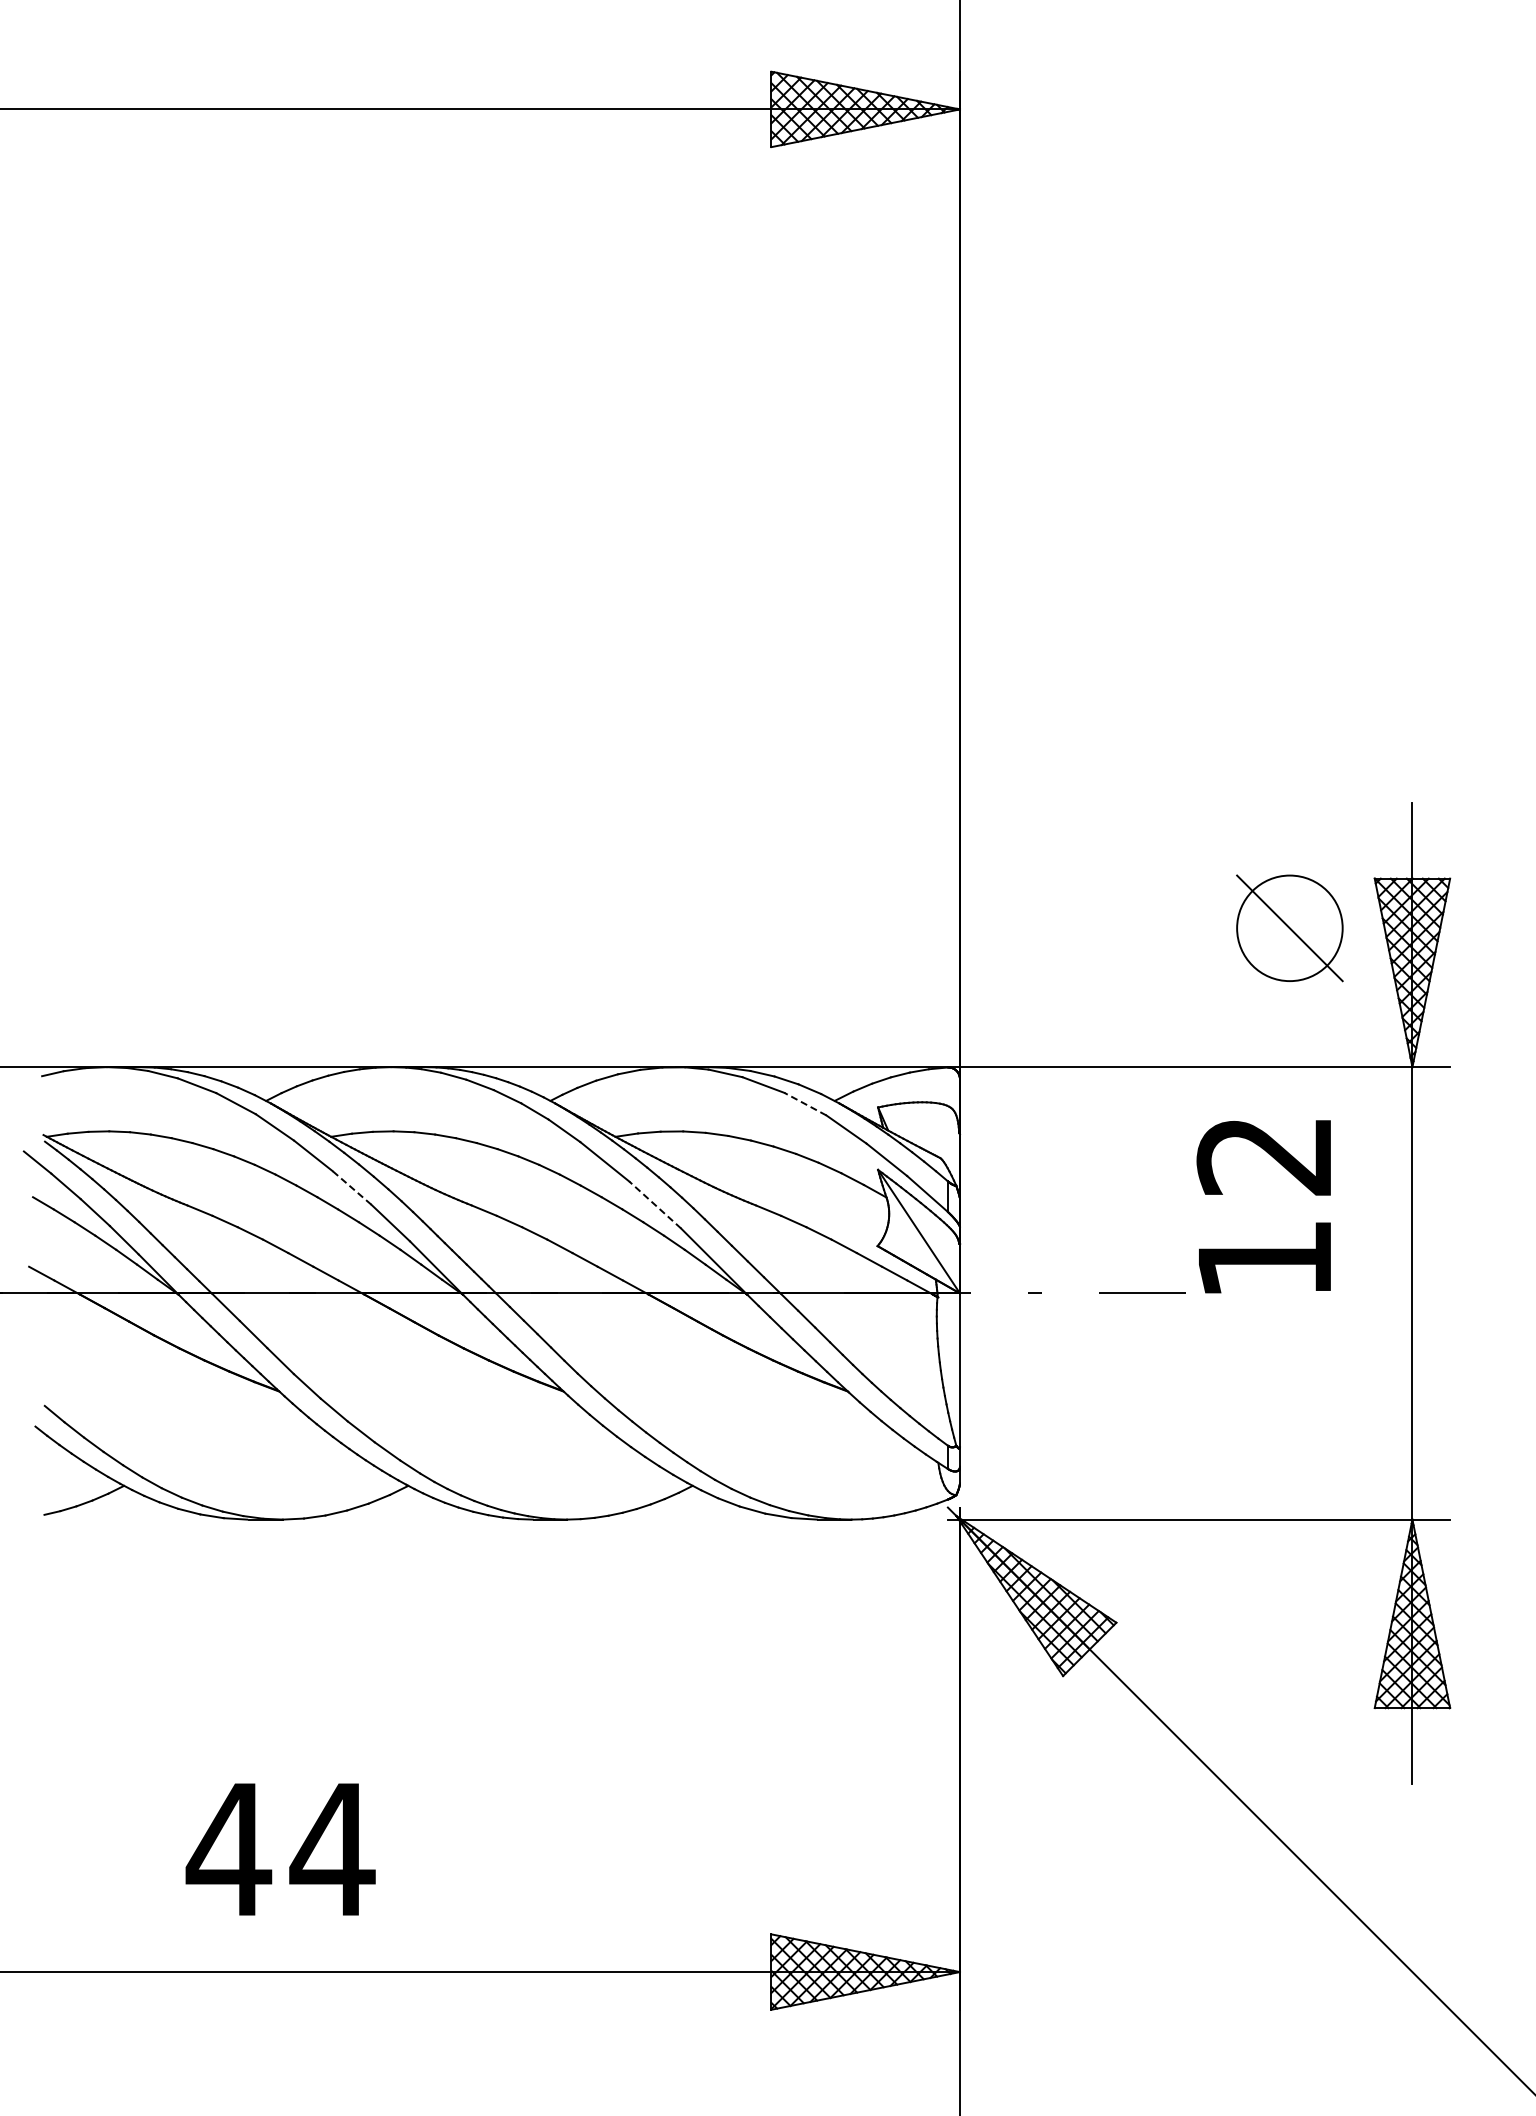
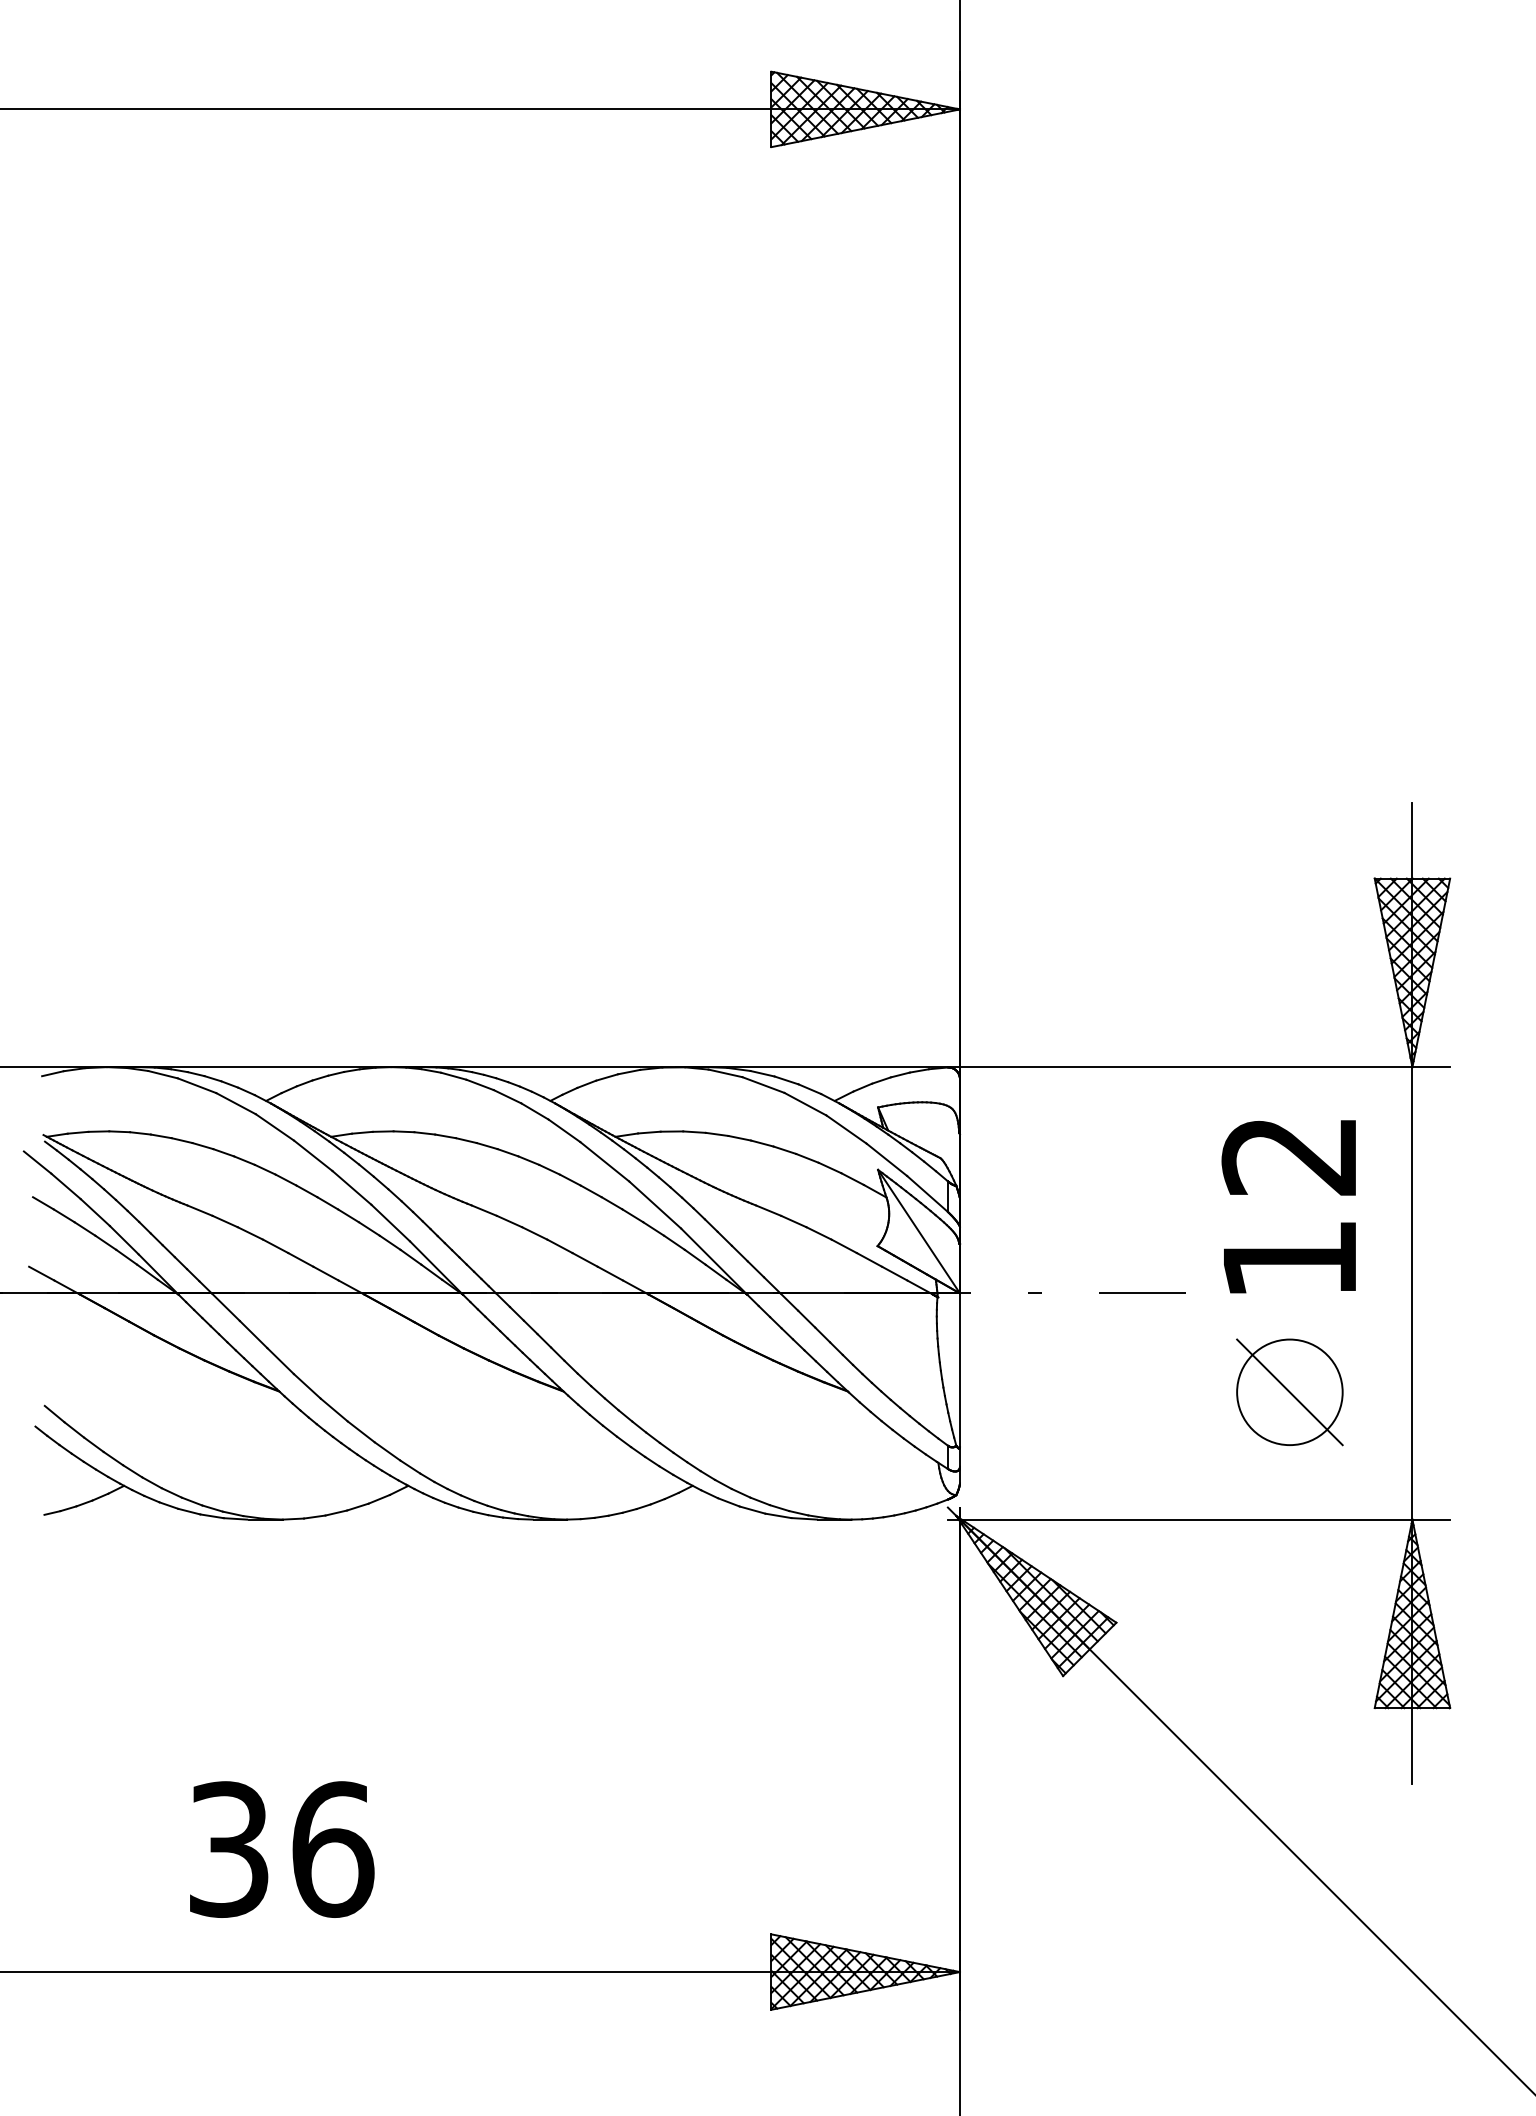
part at (1289, 928) position: (1289, 928) -> (1289, 1392)
line at (805, 1104): dashed -> solid
line at (351, 1187): dashed -> solid
line at (655, 1205): dashed -> solid
text at (1263, 1206) position: (1263, 1206) -> (1288, 1206)
text at (280, 1849): 44 -> 36
